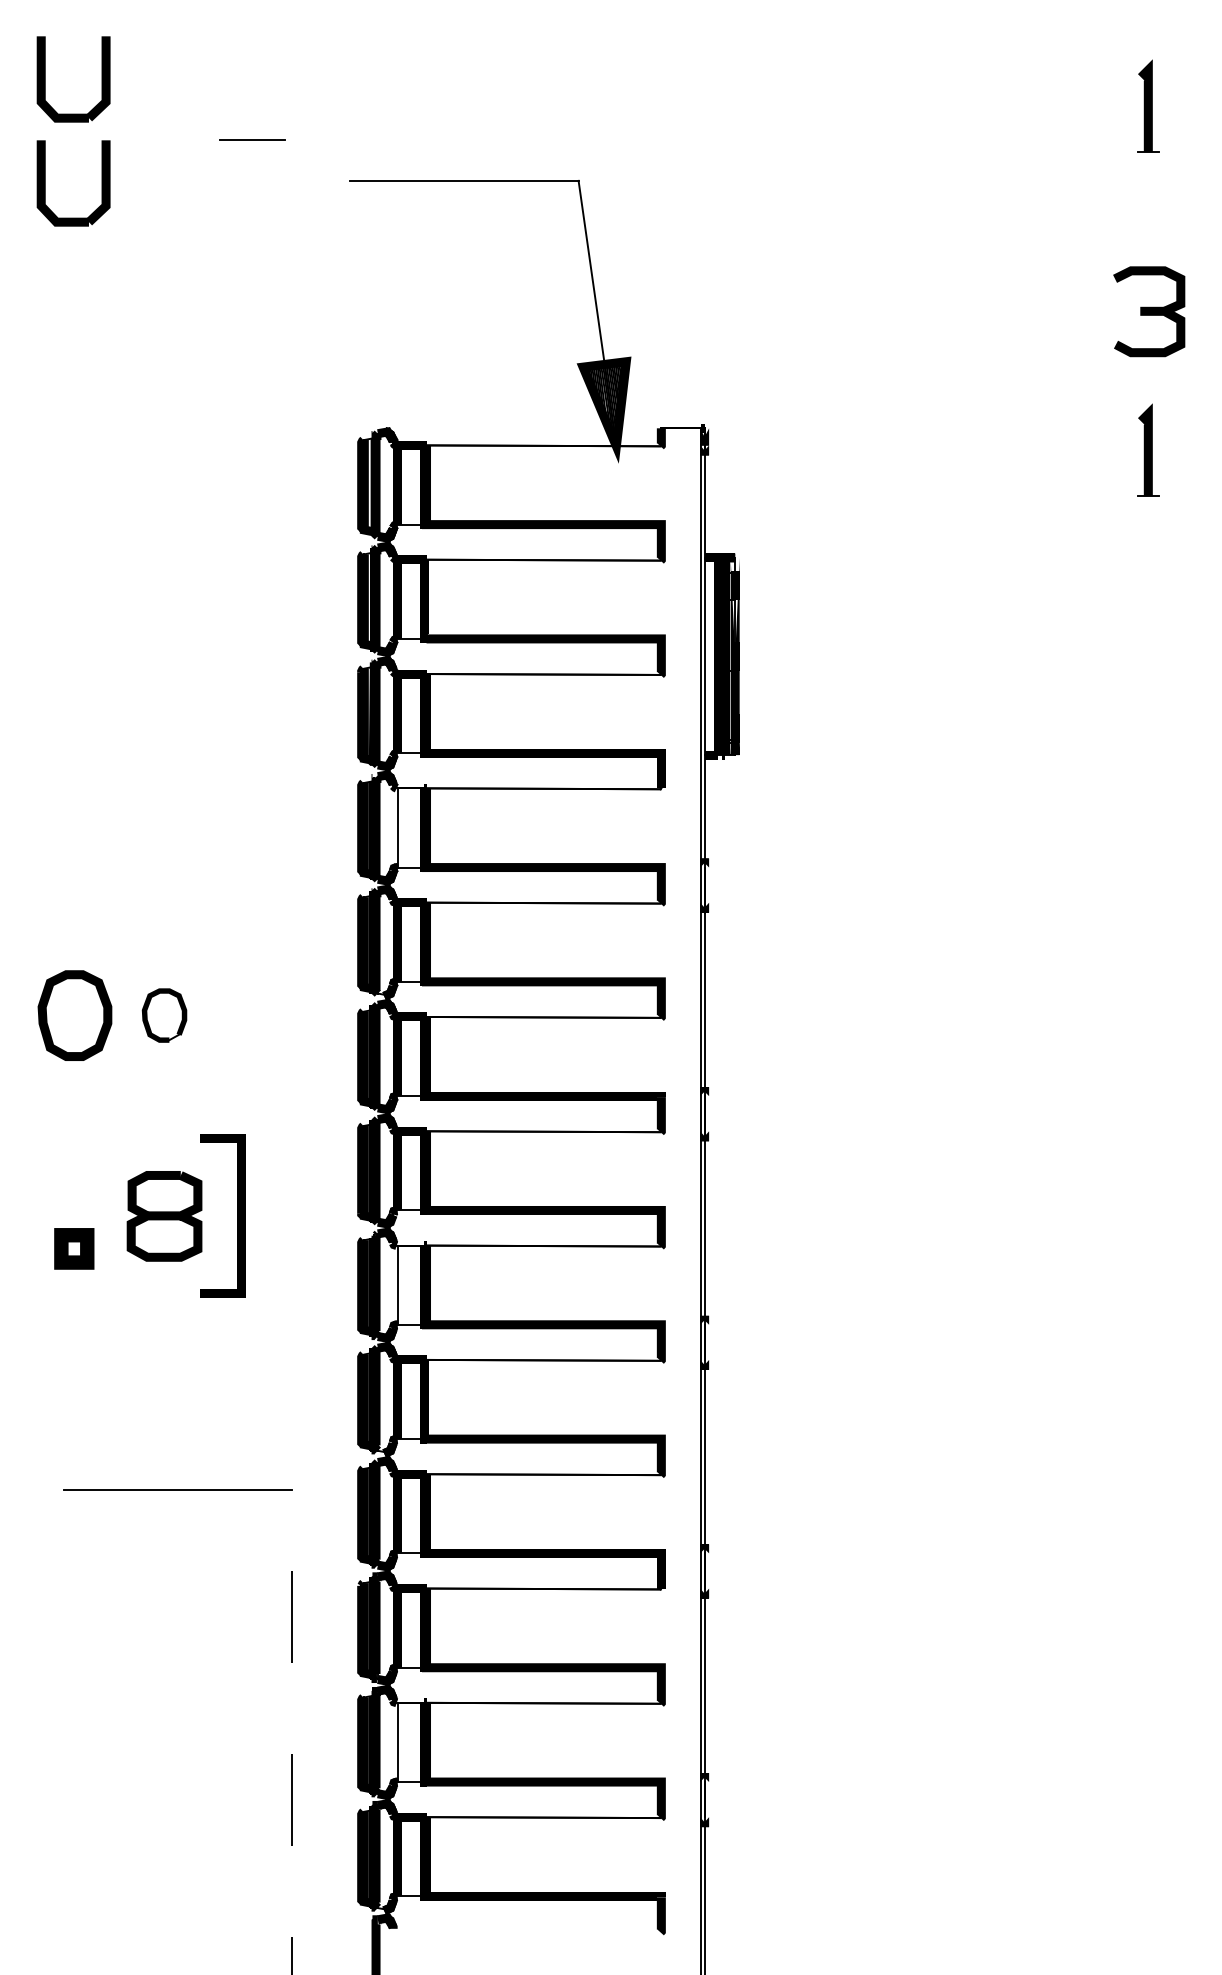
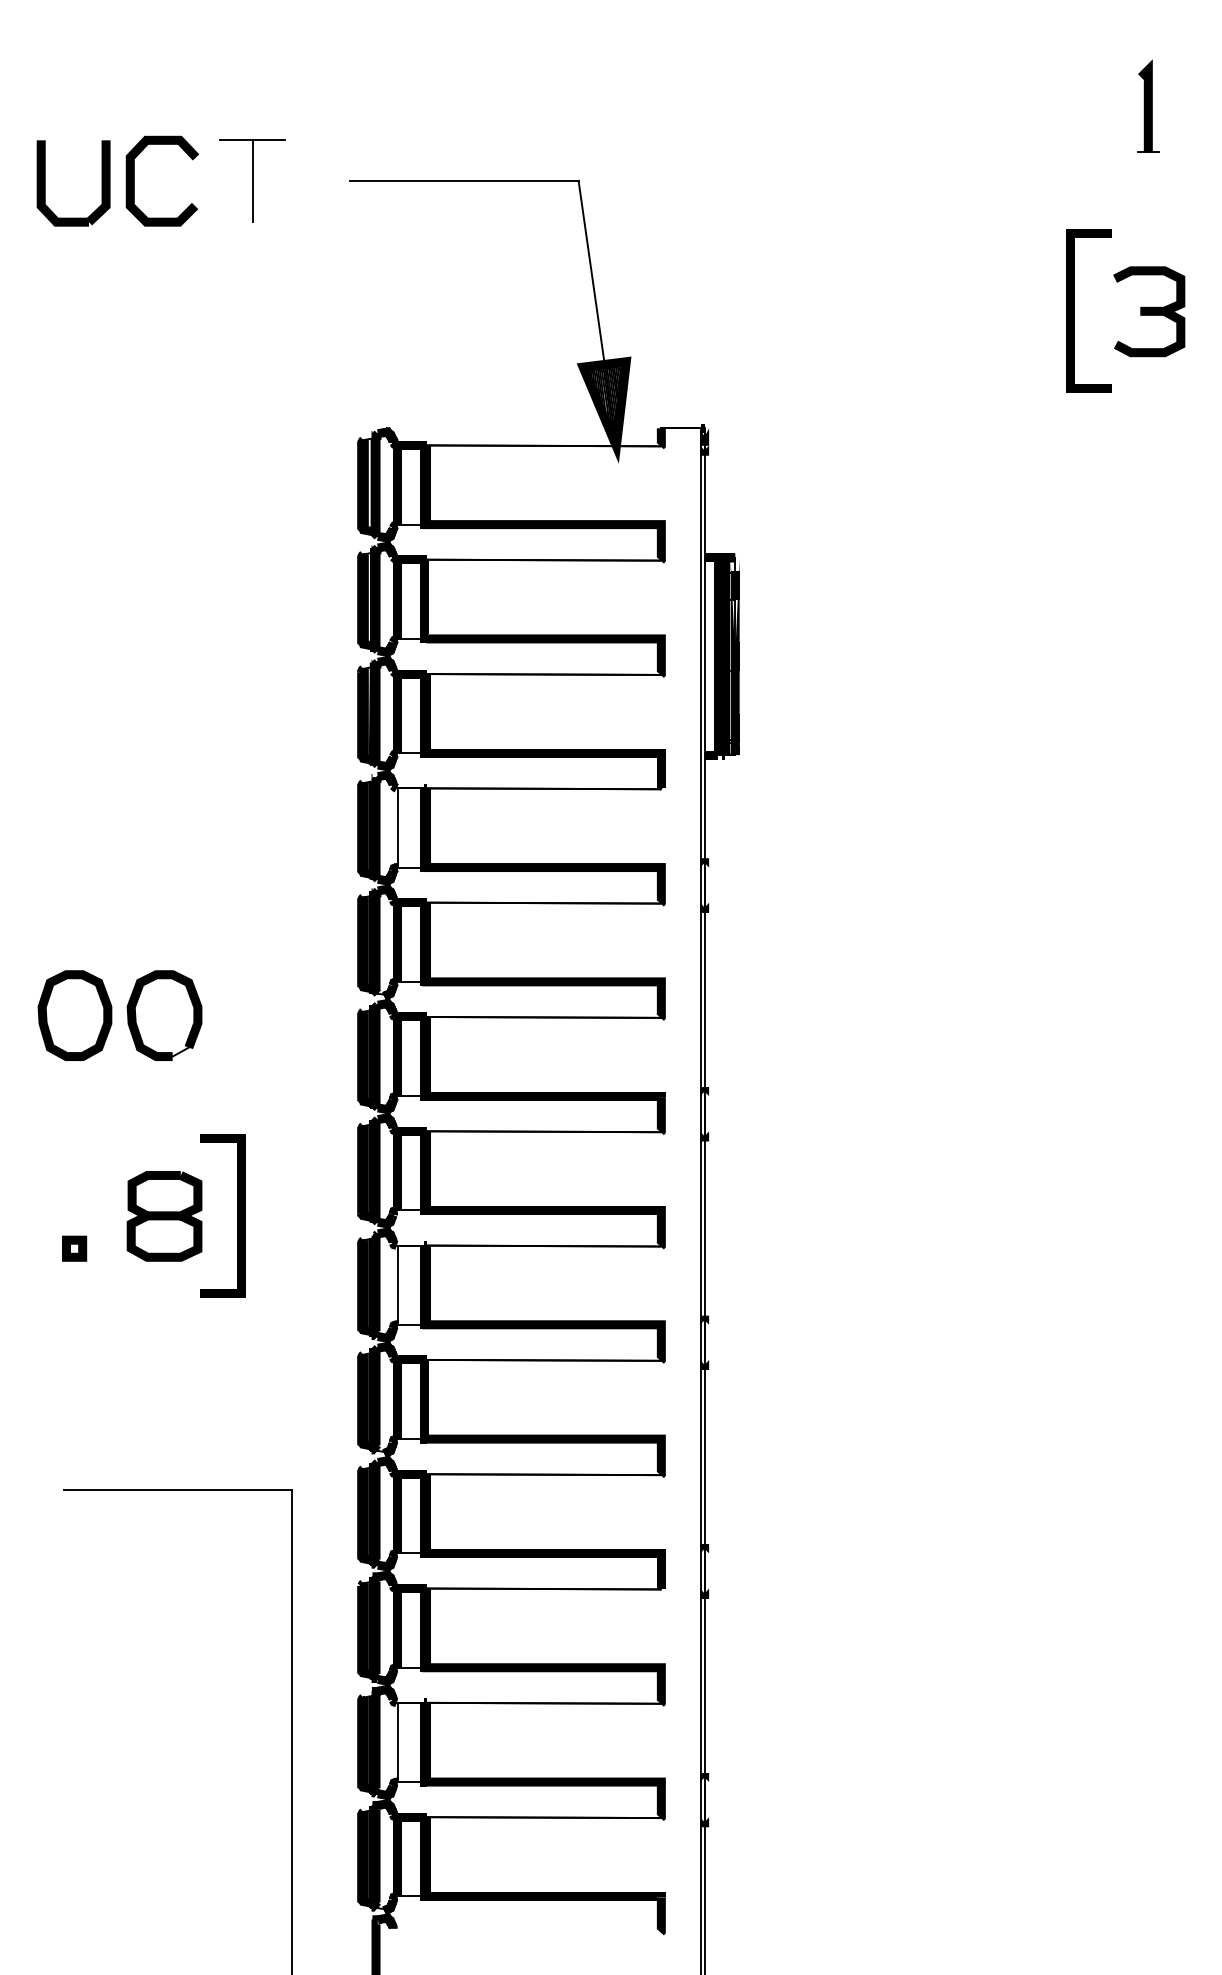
part at (45, 79): present -> none
curve at (134, 180): none -> present
line at (252, 181): none -> present
line at (1074, 310): none -> present
part at (1148, 449): present -> none
part at (164, 1015) size: 47x55 px -> 77x91 px
part at (74, 1248) size: 41x42 px -> 26x27 px
line at (292, 1732): dashed -> solid
